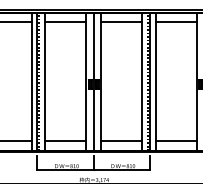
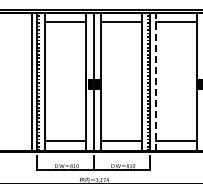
line at (16, 22): present -> none
line at (155, 82): solid -> dashed
line at (16, 140): present -> none
